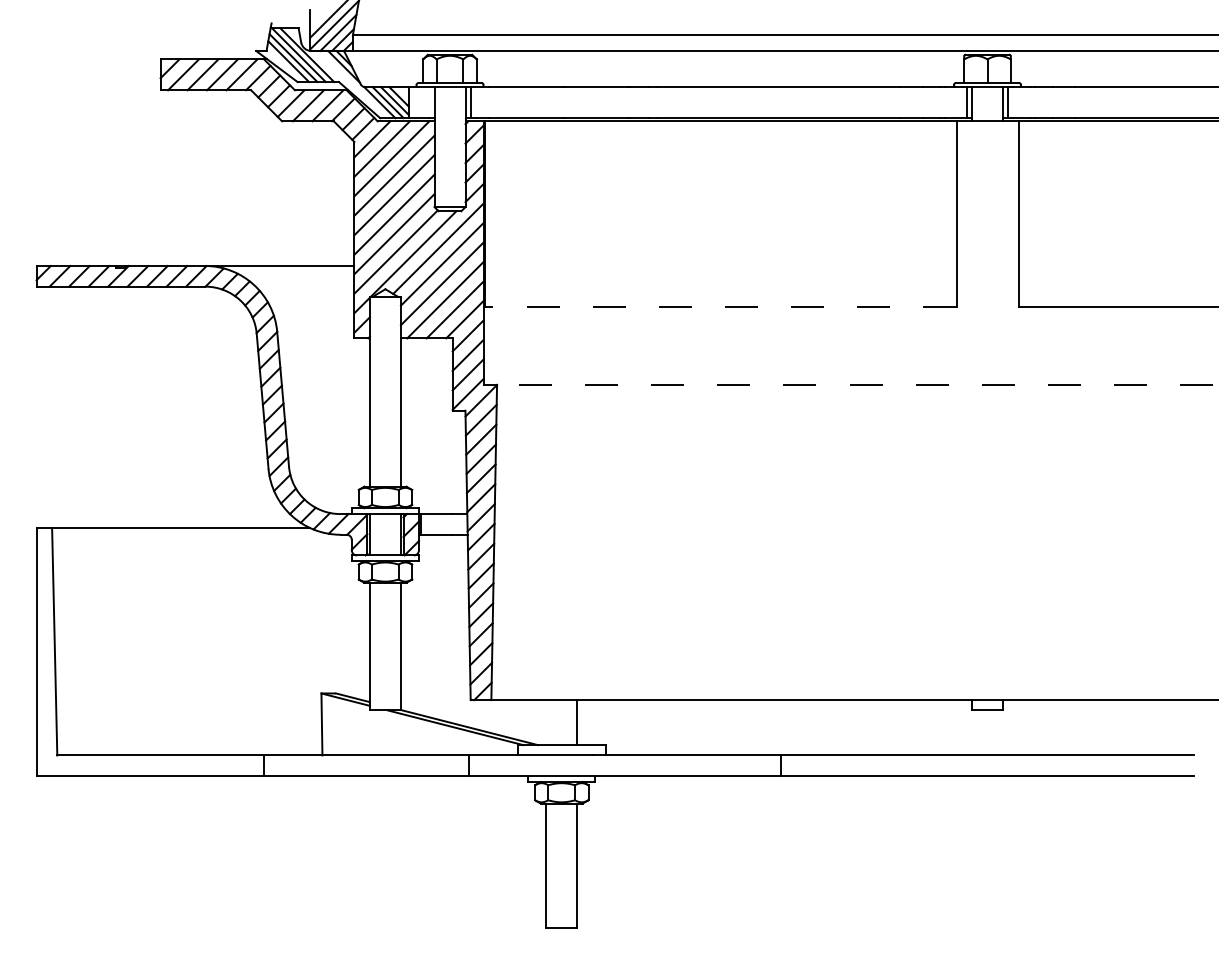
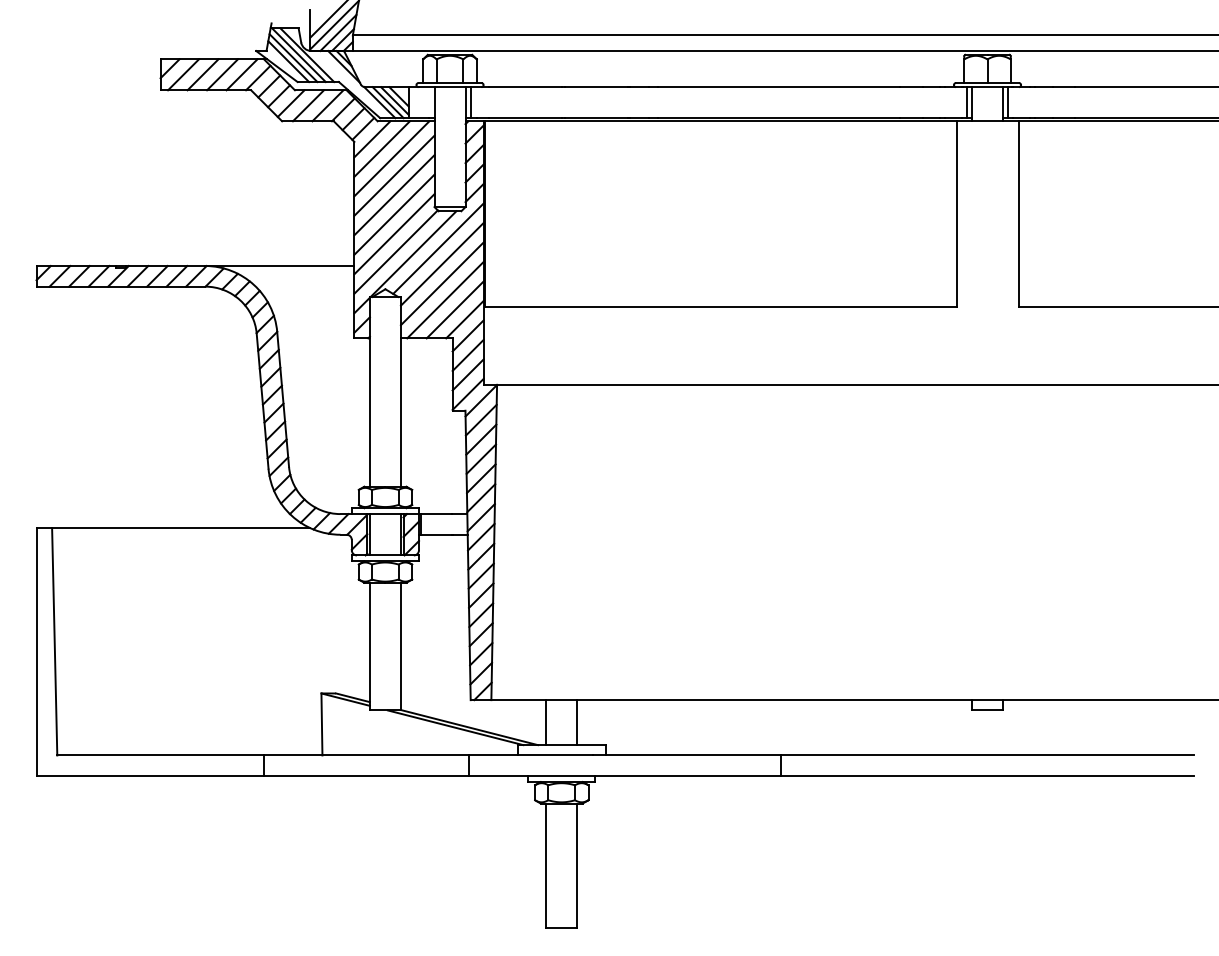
line at (720, 307): dashed -> solid
line at (857, 384): dashed -> solid
line at (546, 722): none -> present
